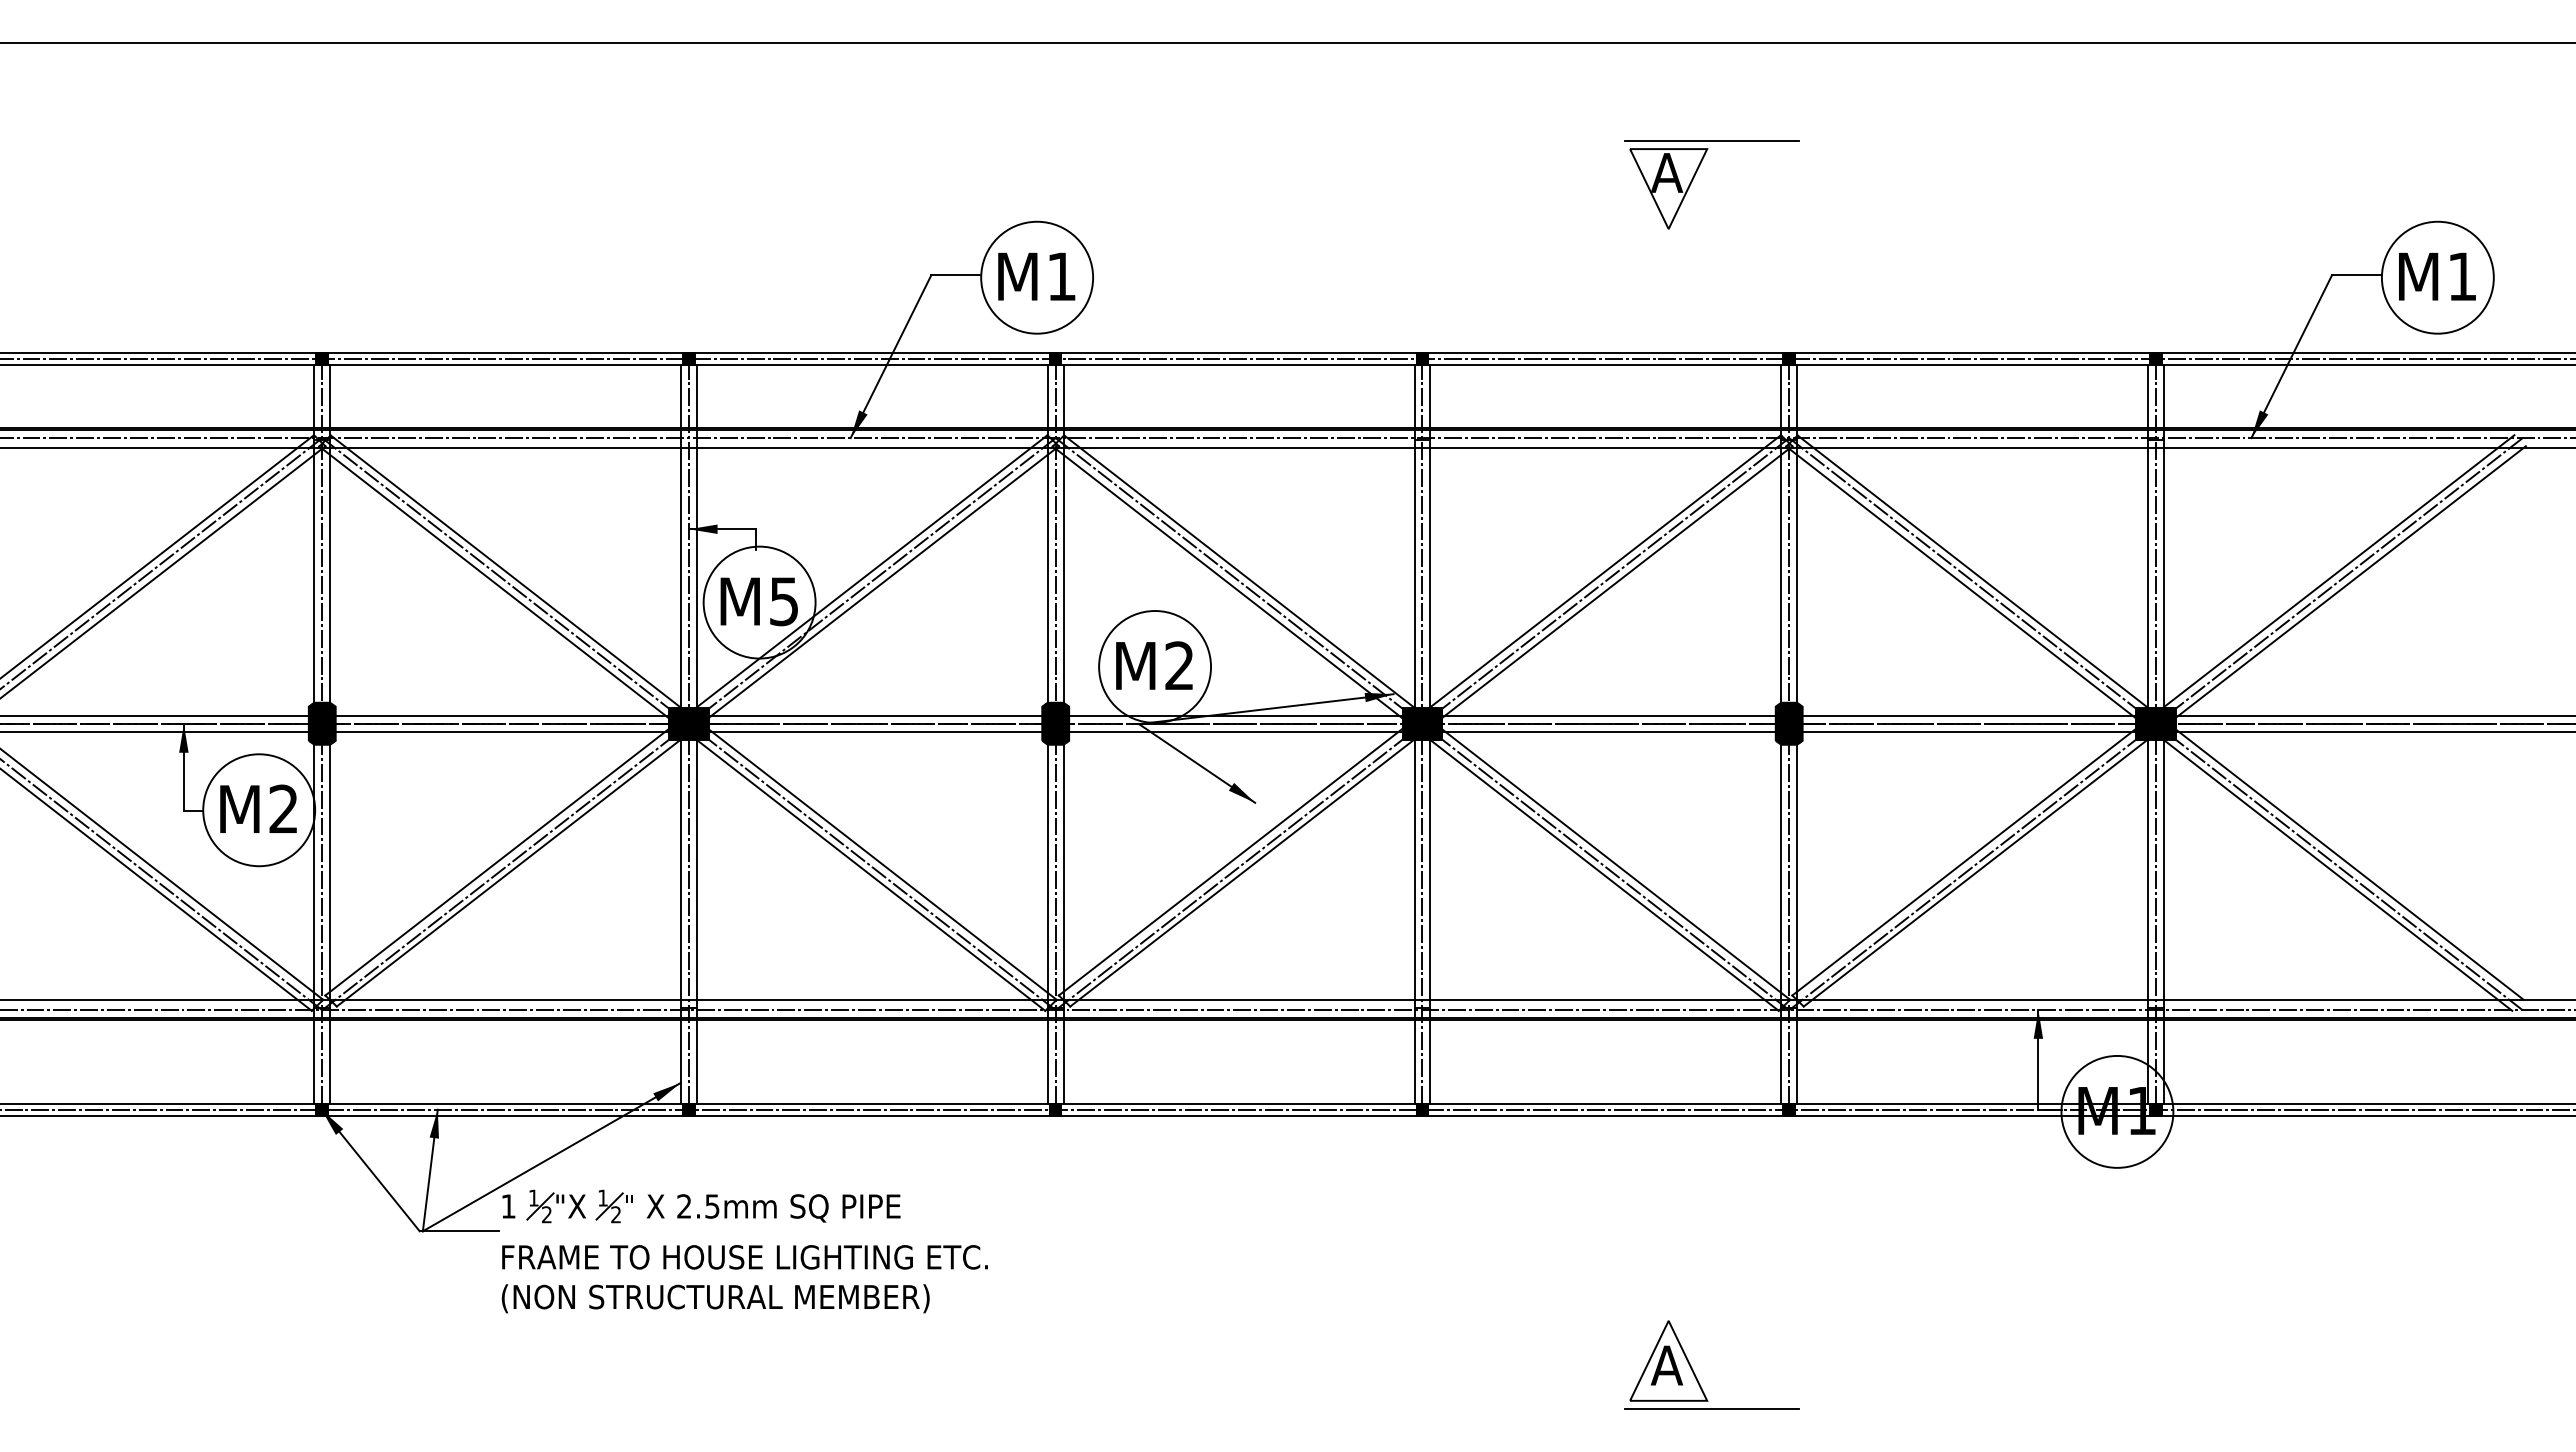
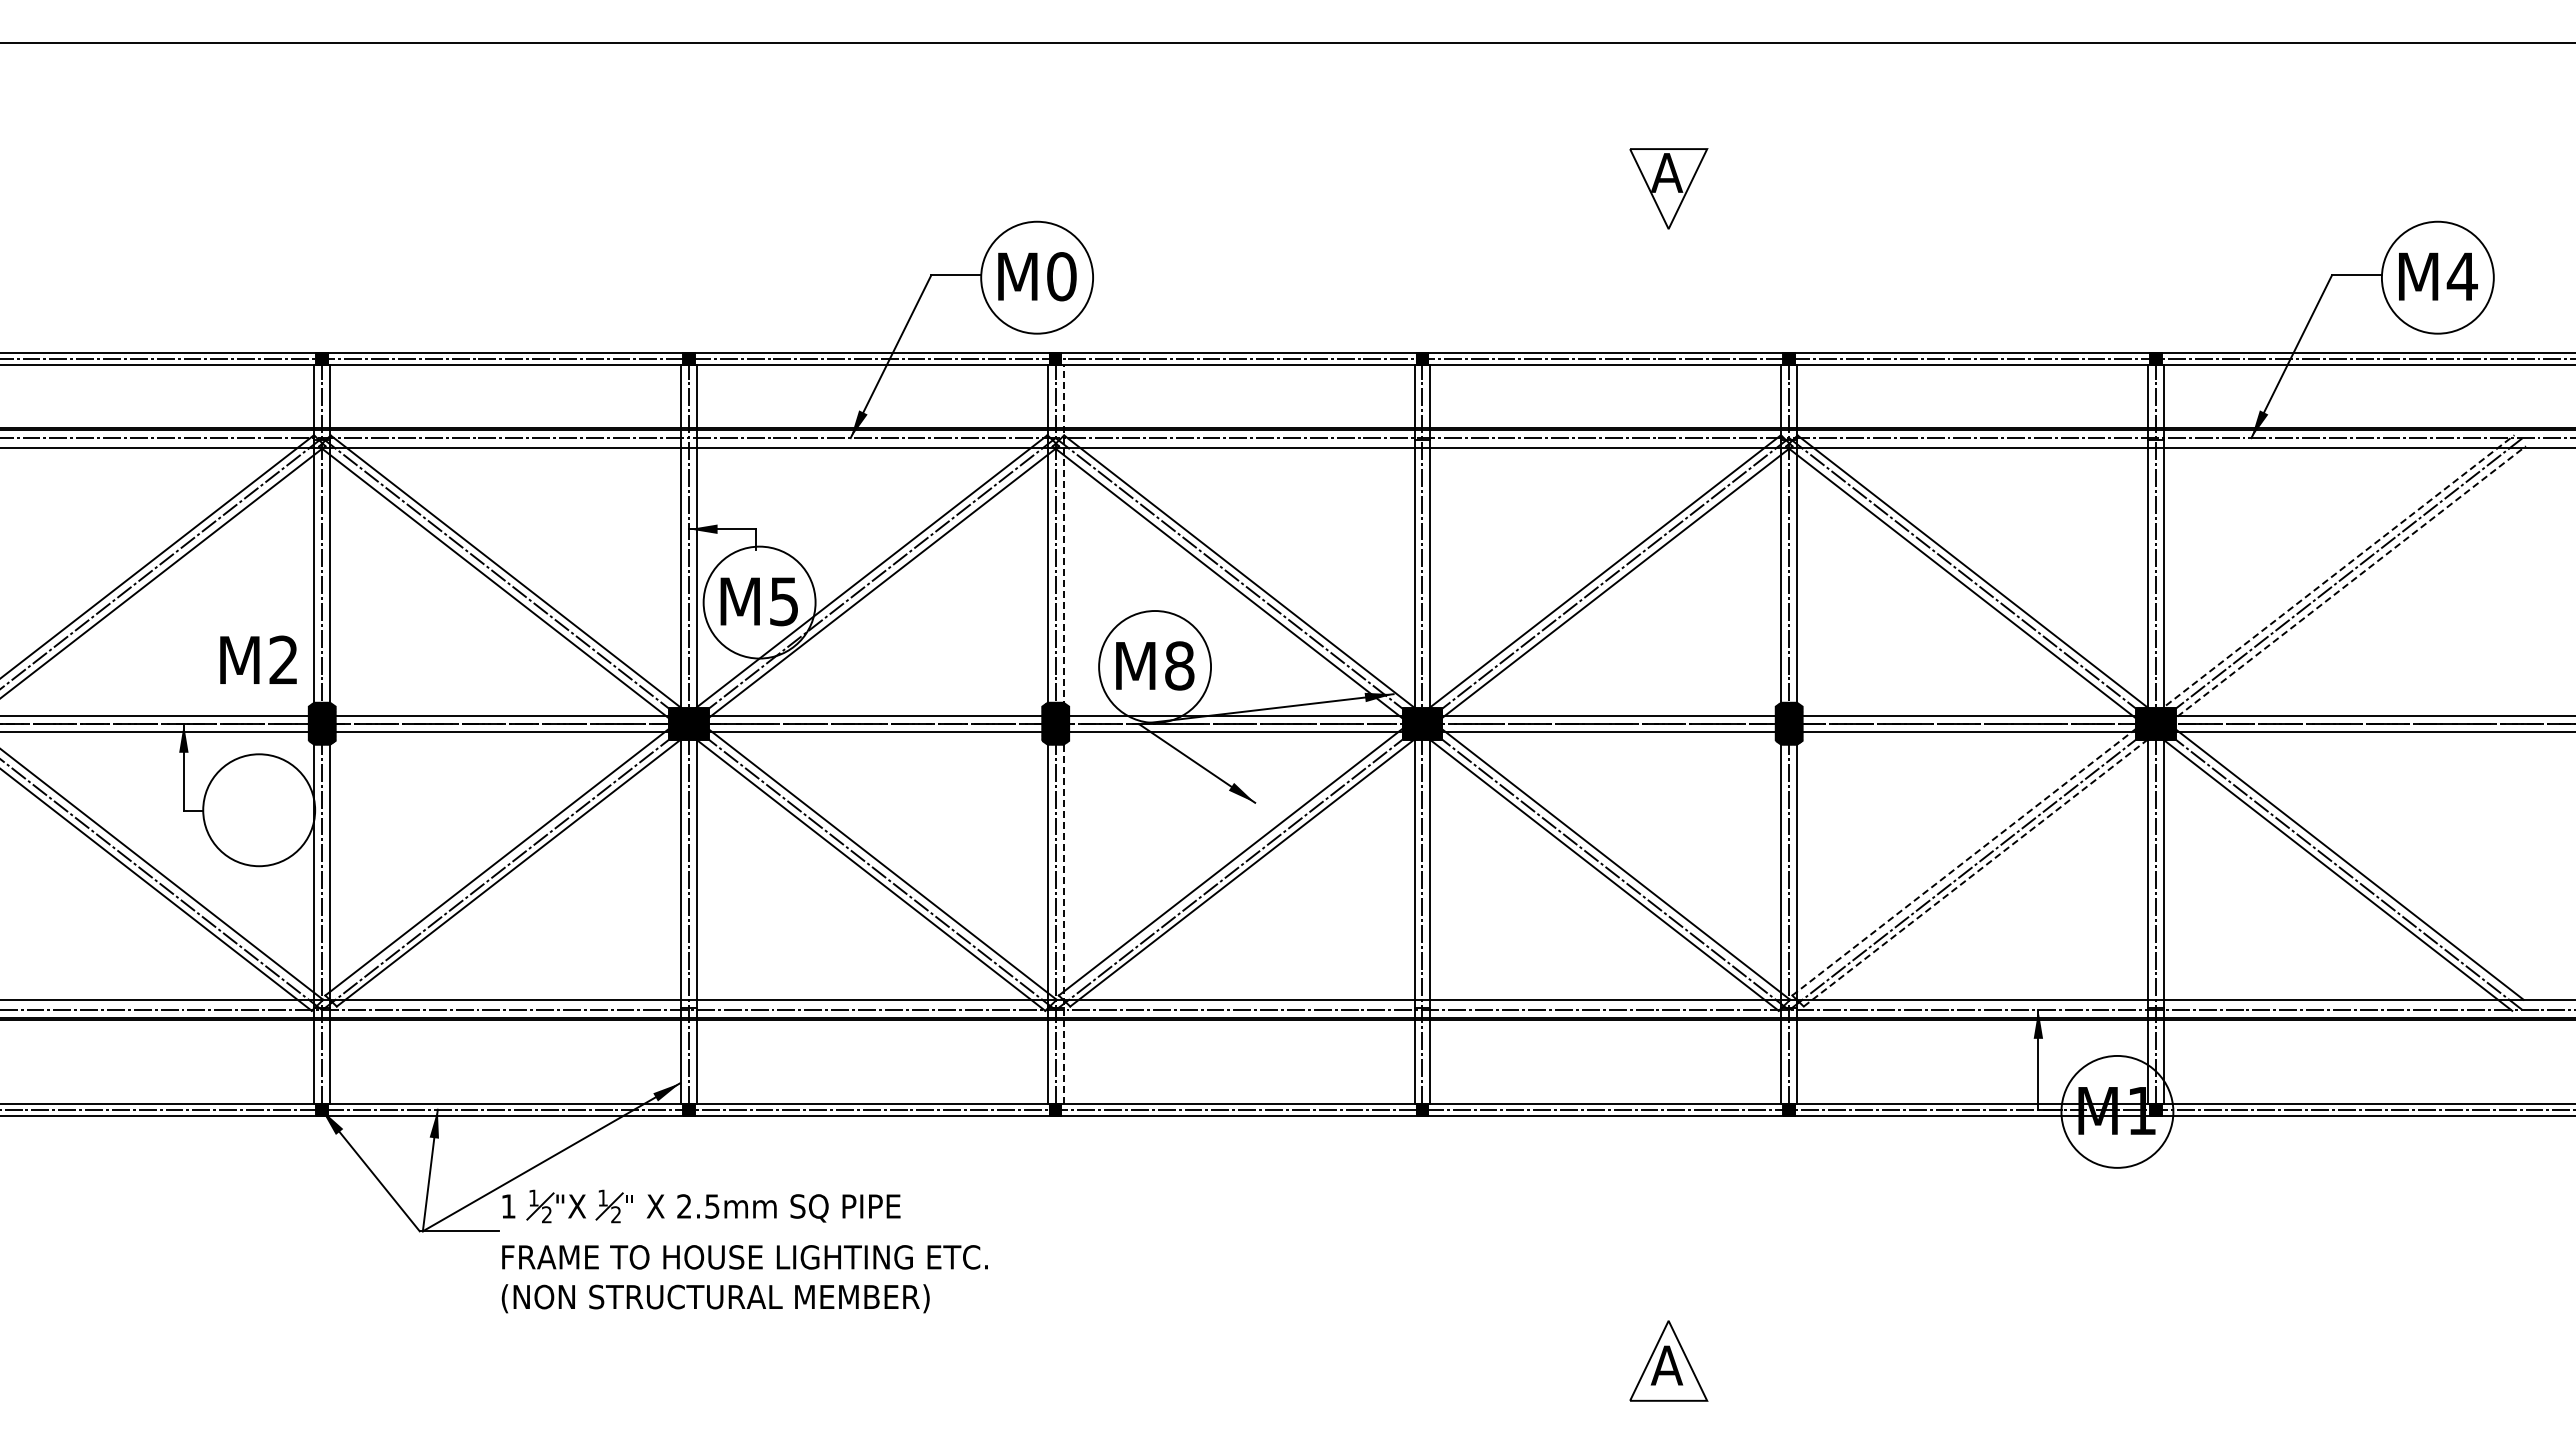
line at (1711, 141): present -> none
text at (1061, 276): M1 -> M0
text at (2461, 276): M1 -> M4
text at (1179, 665): M2 -> M8
line at (2153, 715): solid -> dashed
line at (2165, 726): solid -> dashed
line at (1063, 733): solid -> dashed
text at (258, 808) position: (258, 808) -> (258, 659)
line at (1711, 1408): present -> none
